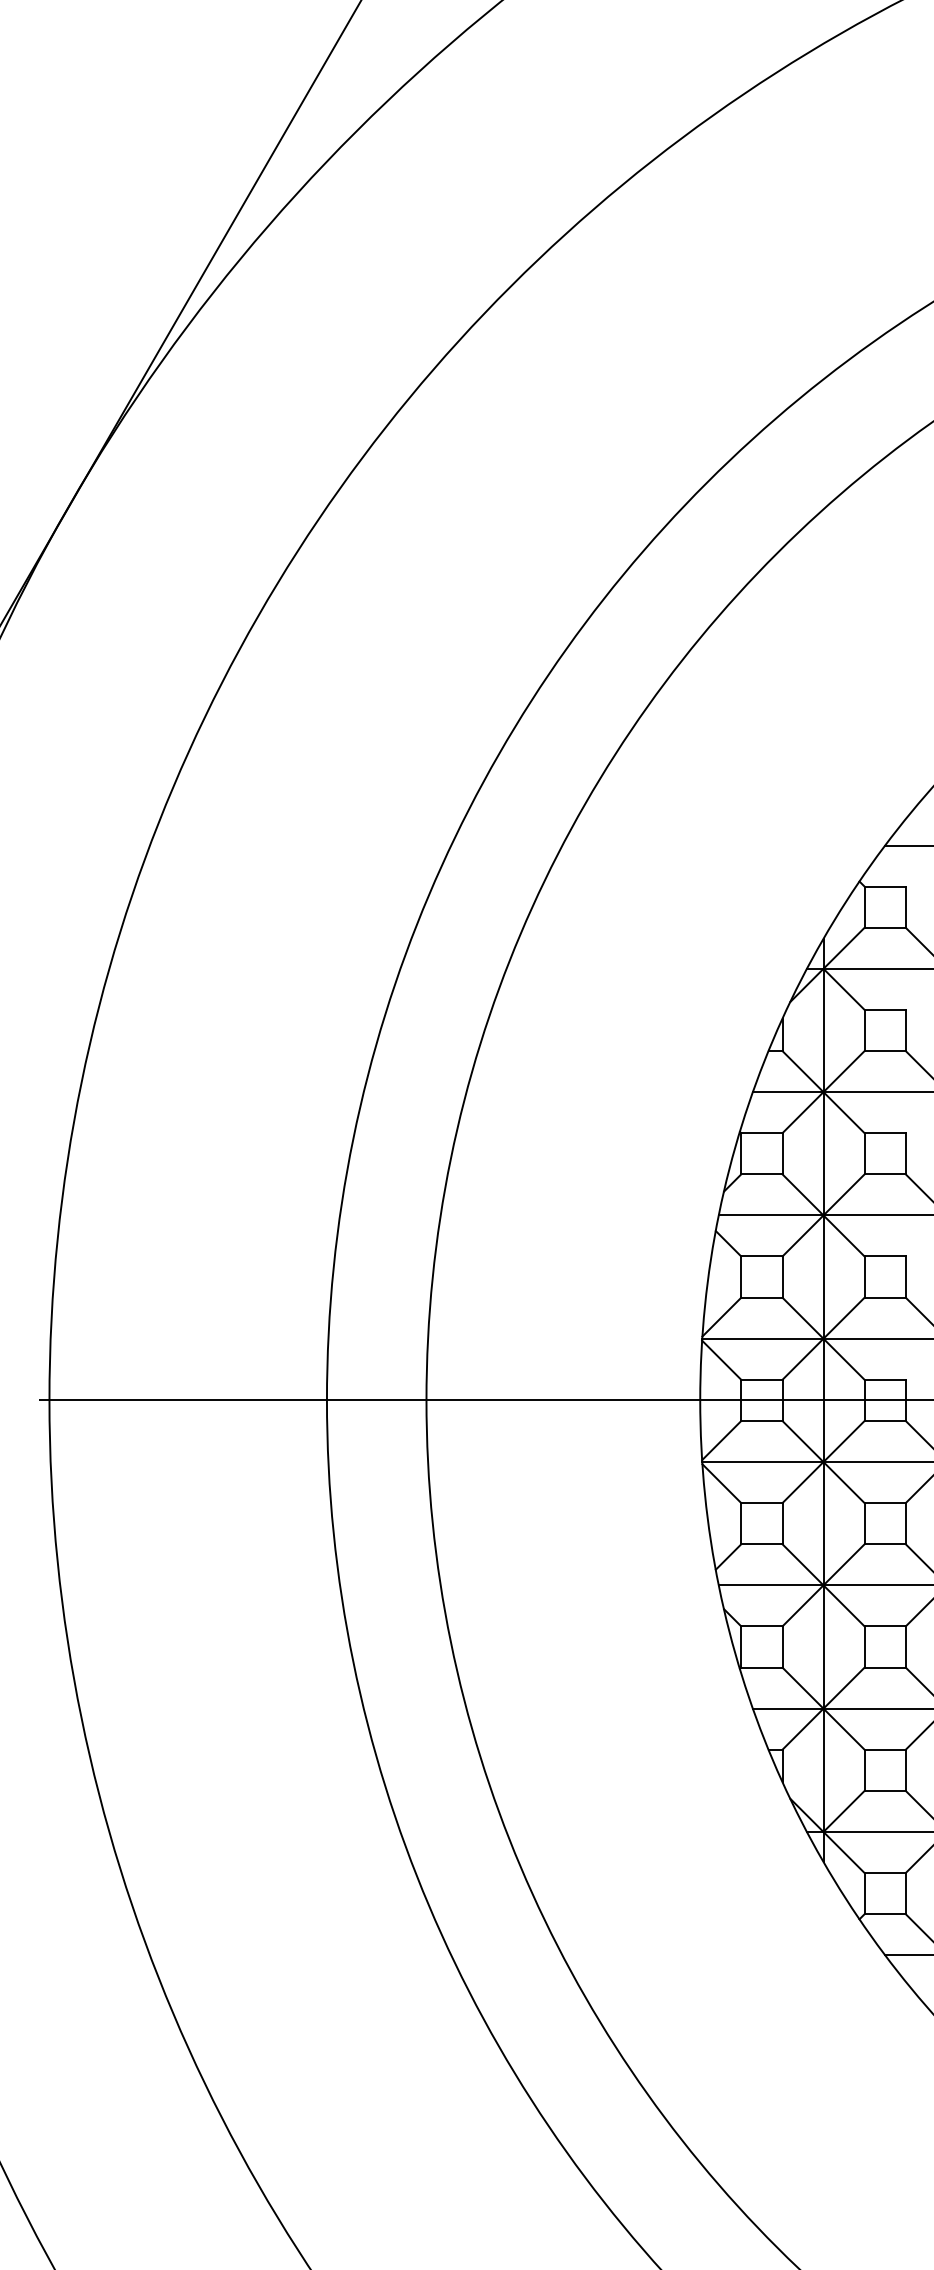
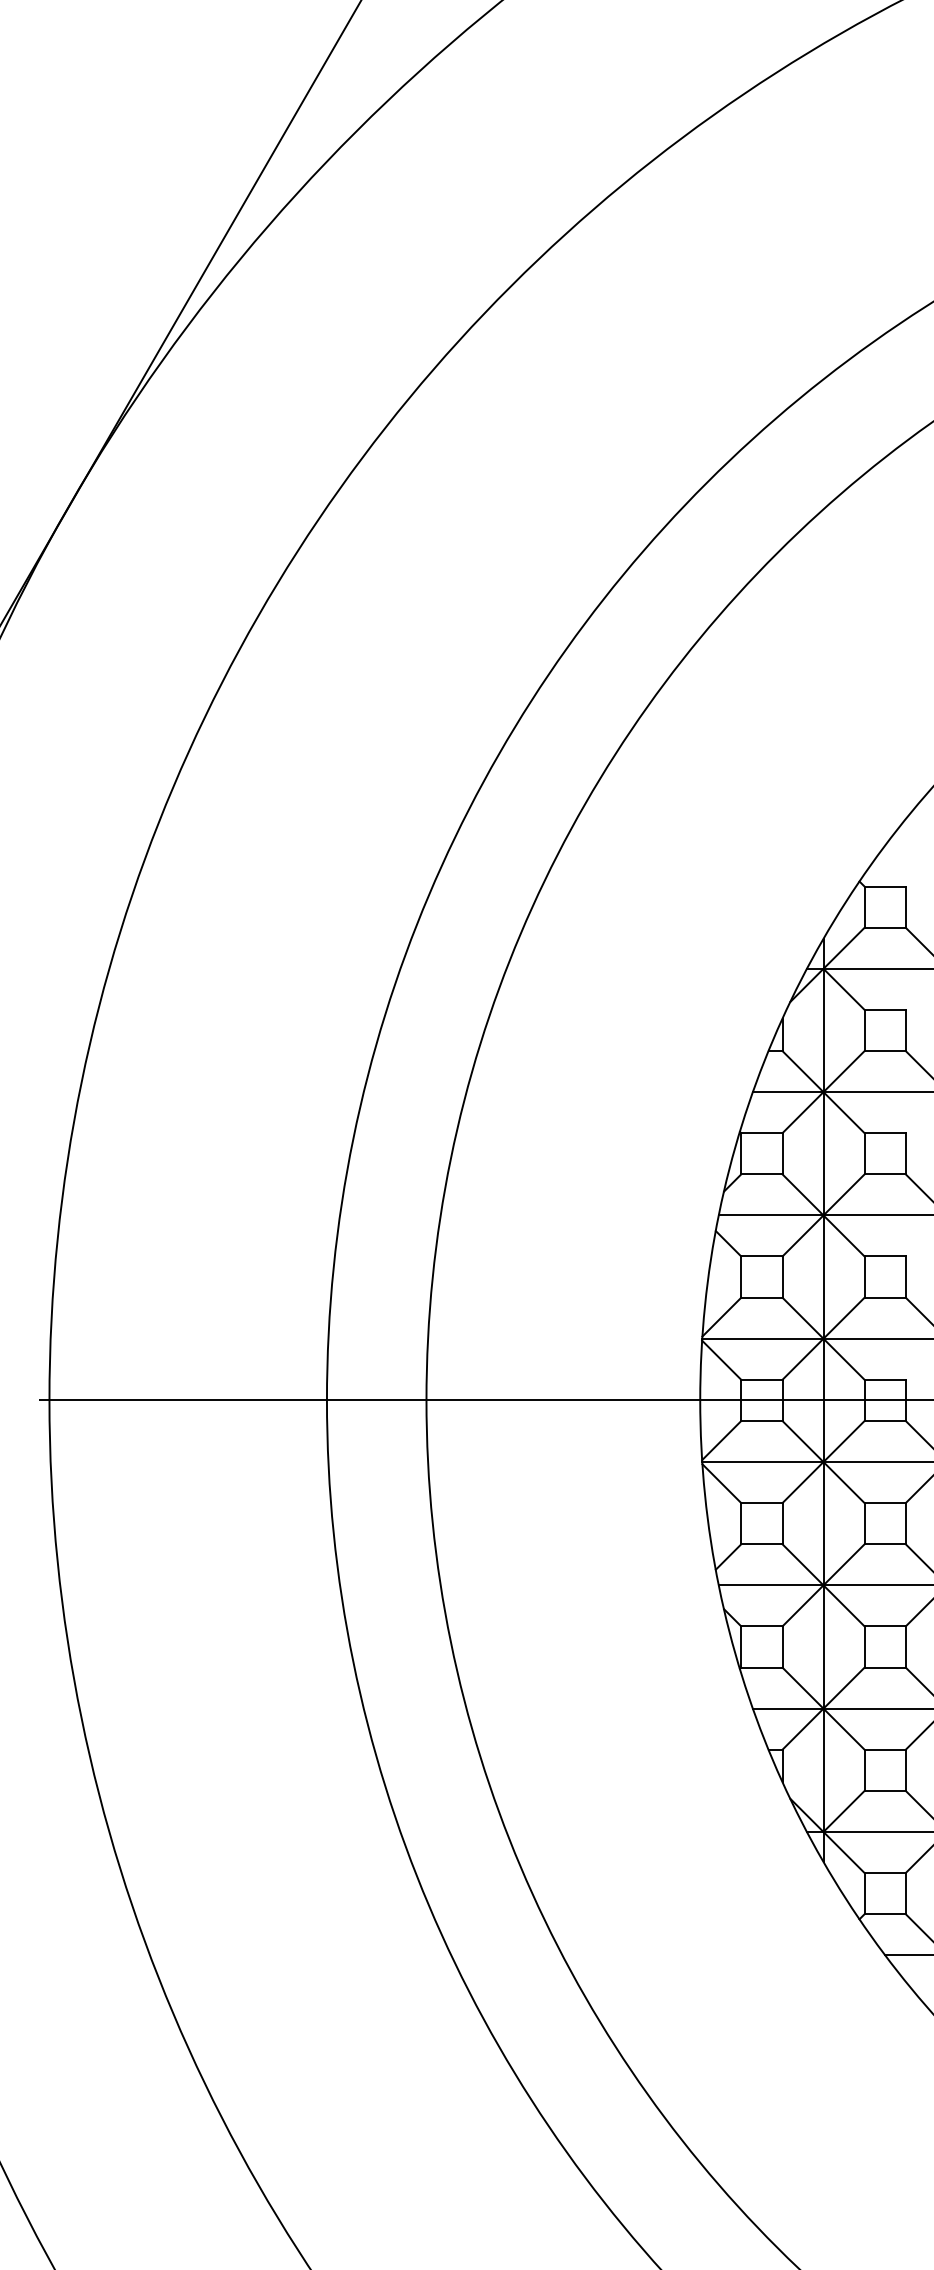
line at (907, 845): present -> none
